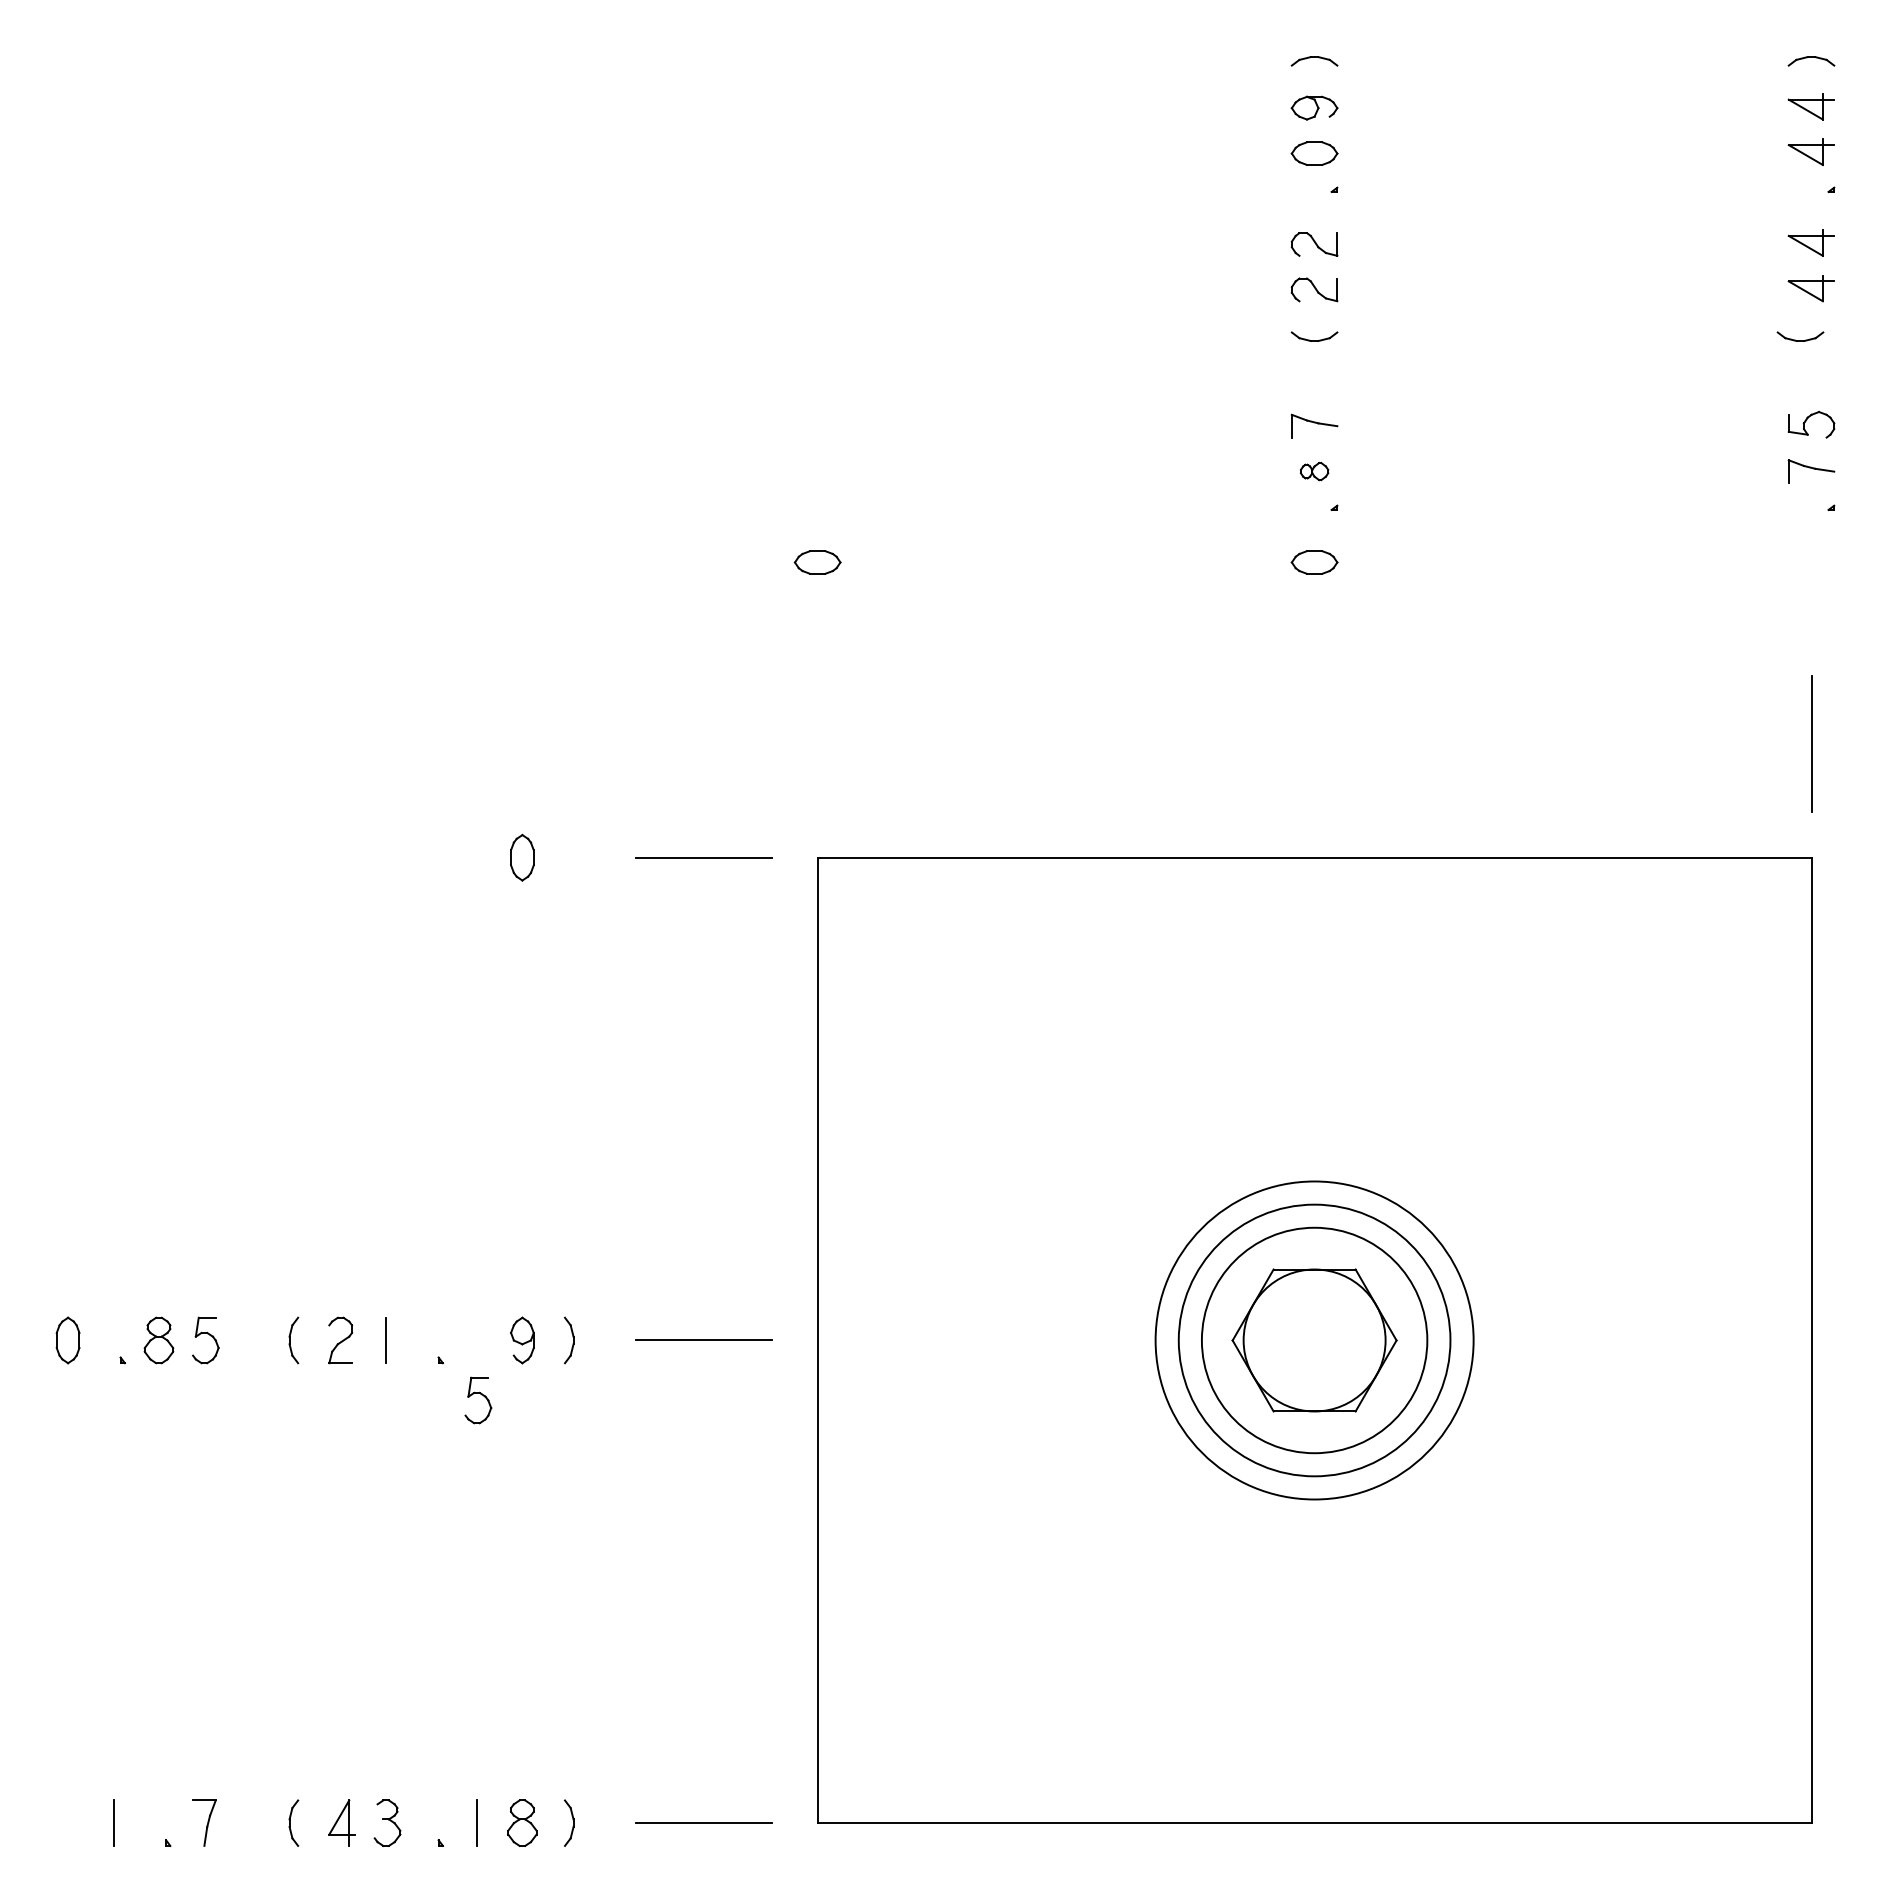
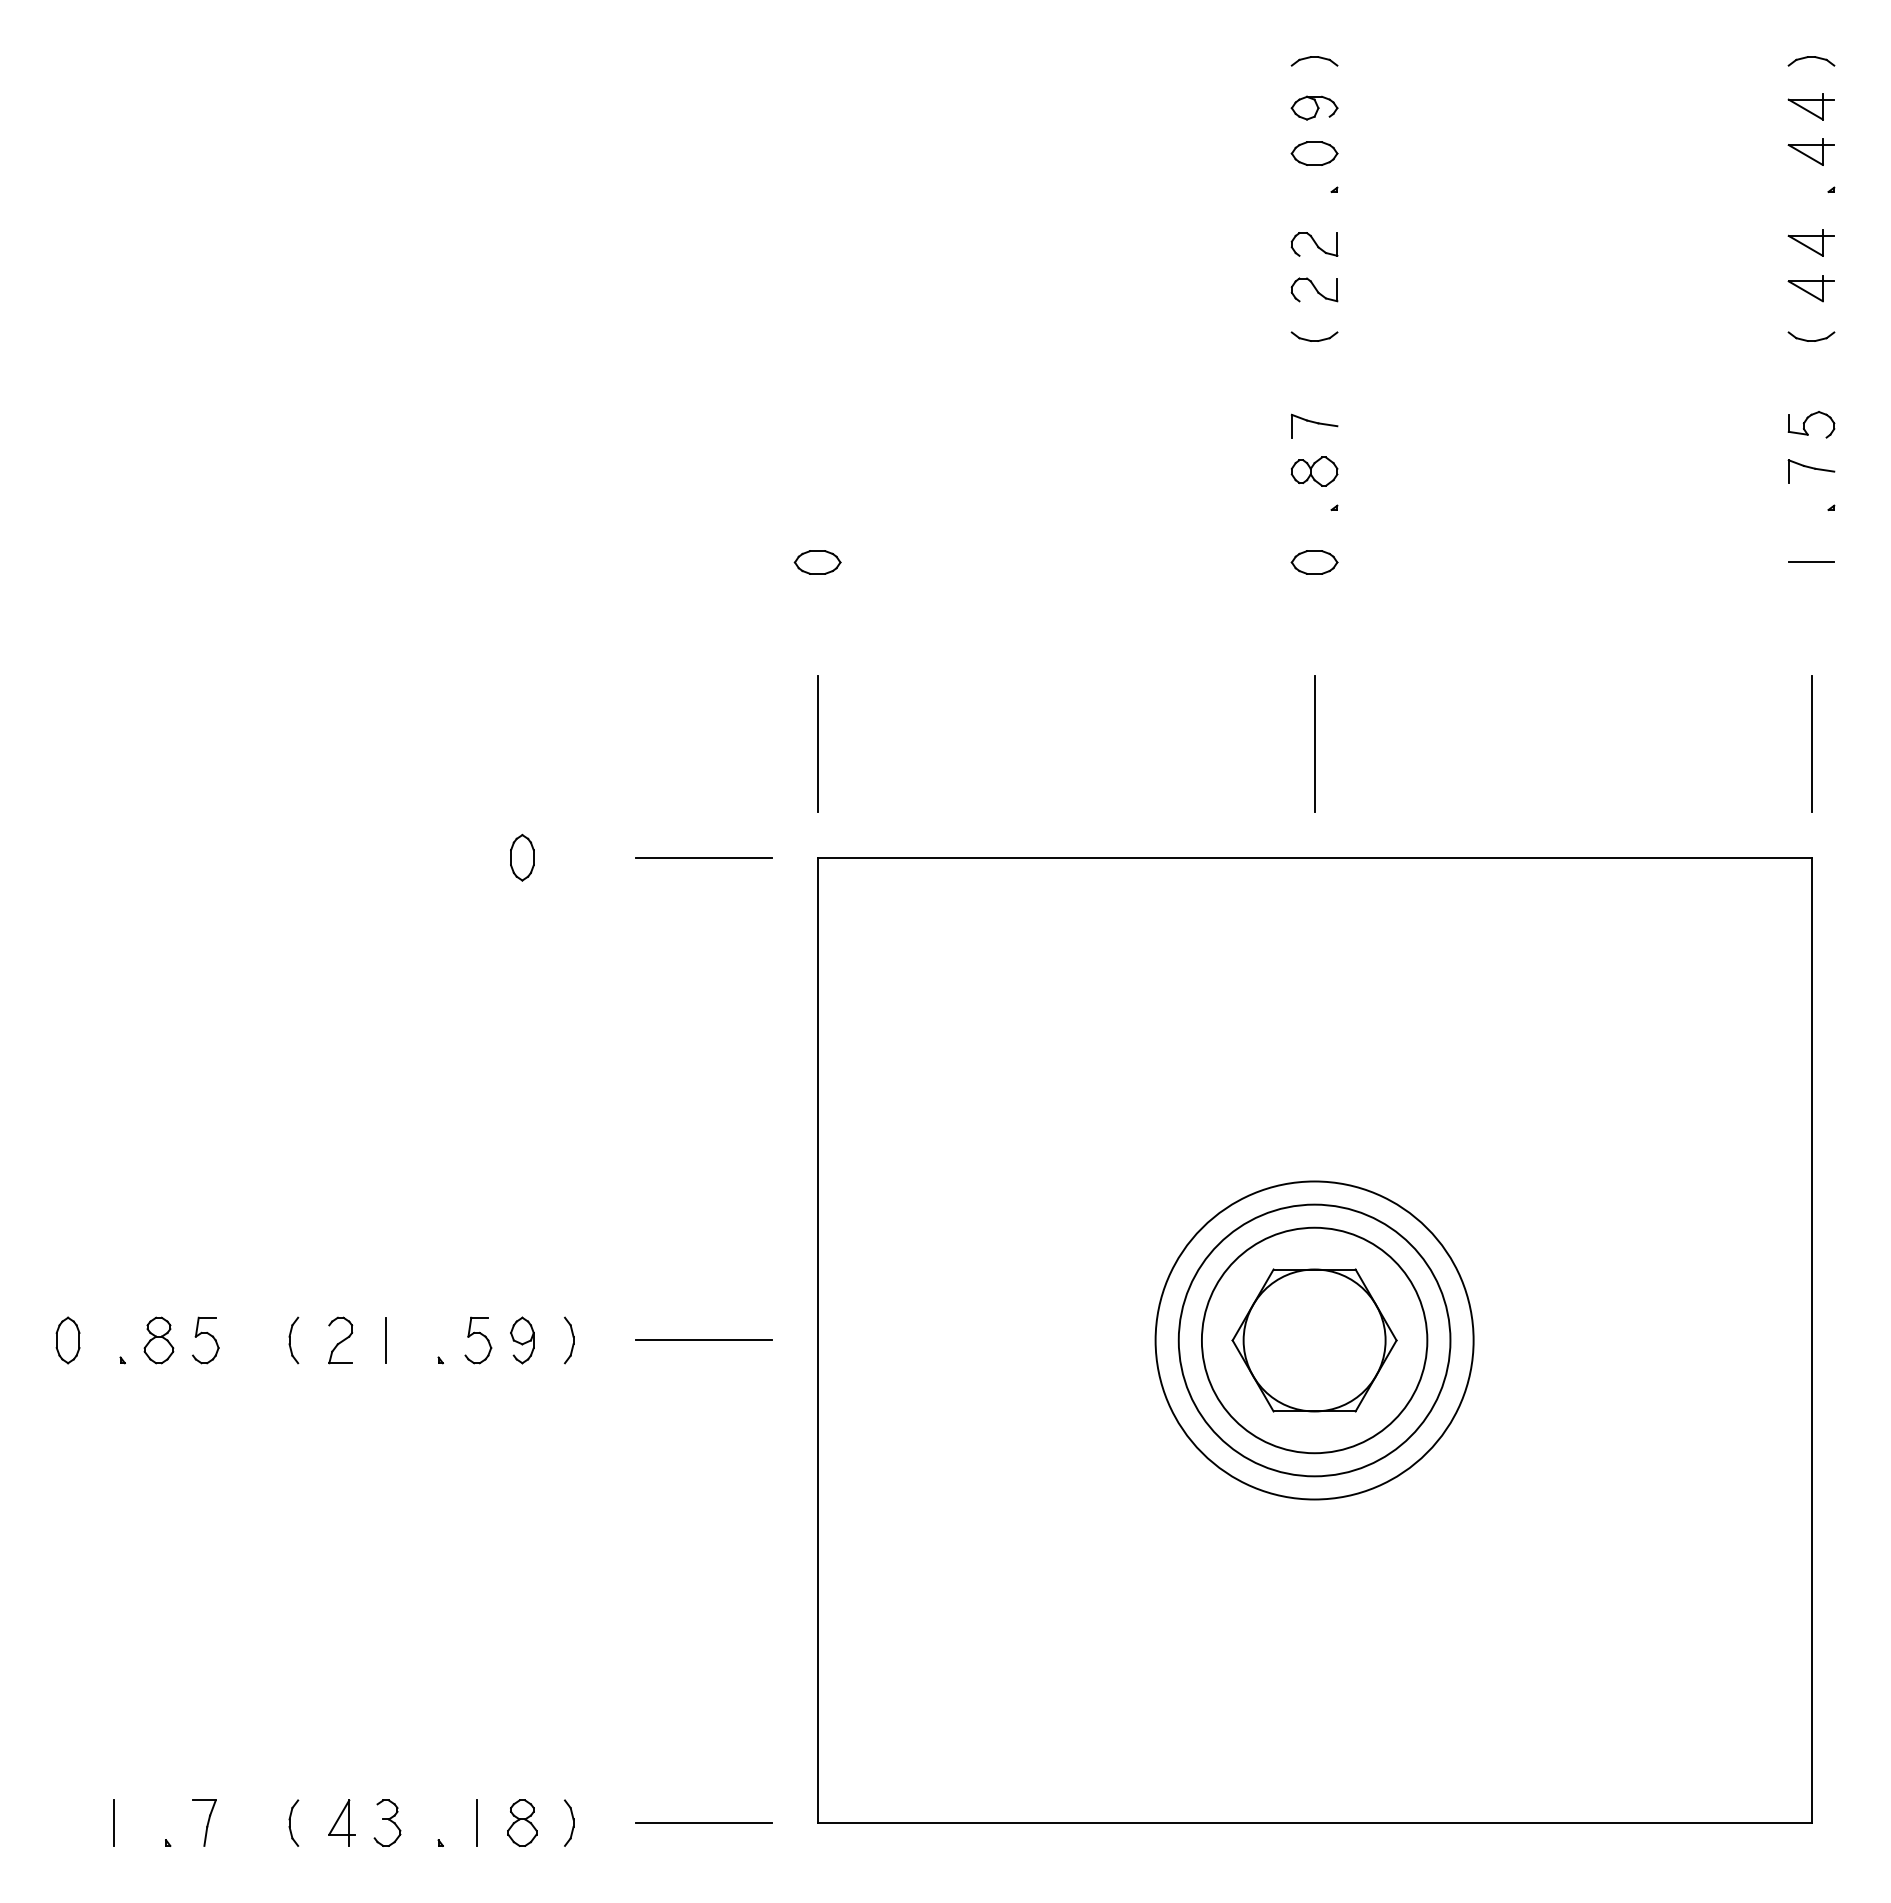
part at (1800, 336) position: (1800, 336) -> (1811, 336)
part at (1314, 471) size: 30x20 px -> 49x31 px
line at (1811, 562): none -> present
line at (817, 744): none -> present
line at (1314, 744): none -> present
part at (478, 1400) position: (478, 1400) -> (478, 1340)
